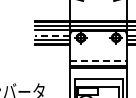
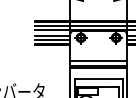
line at (52, 35): dashed -> solid
line at (99, 61): dashed -> solid
